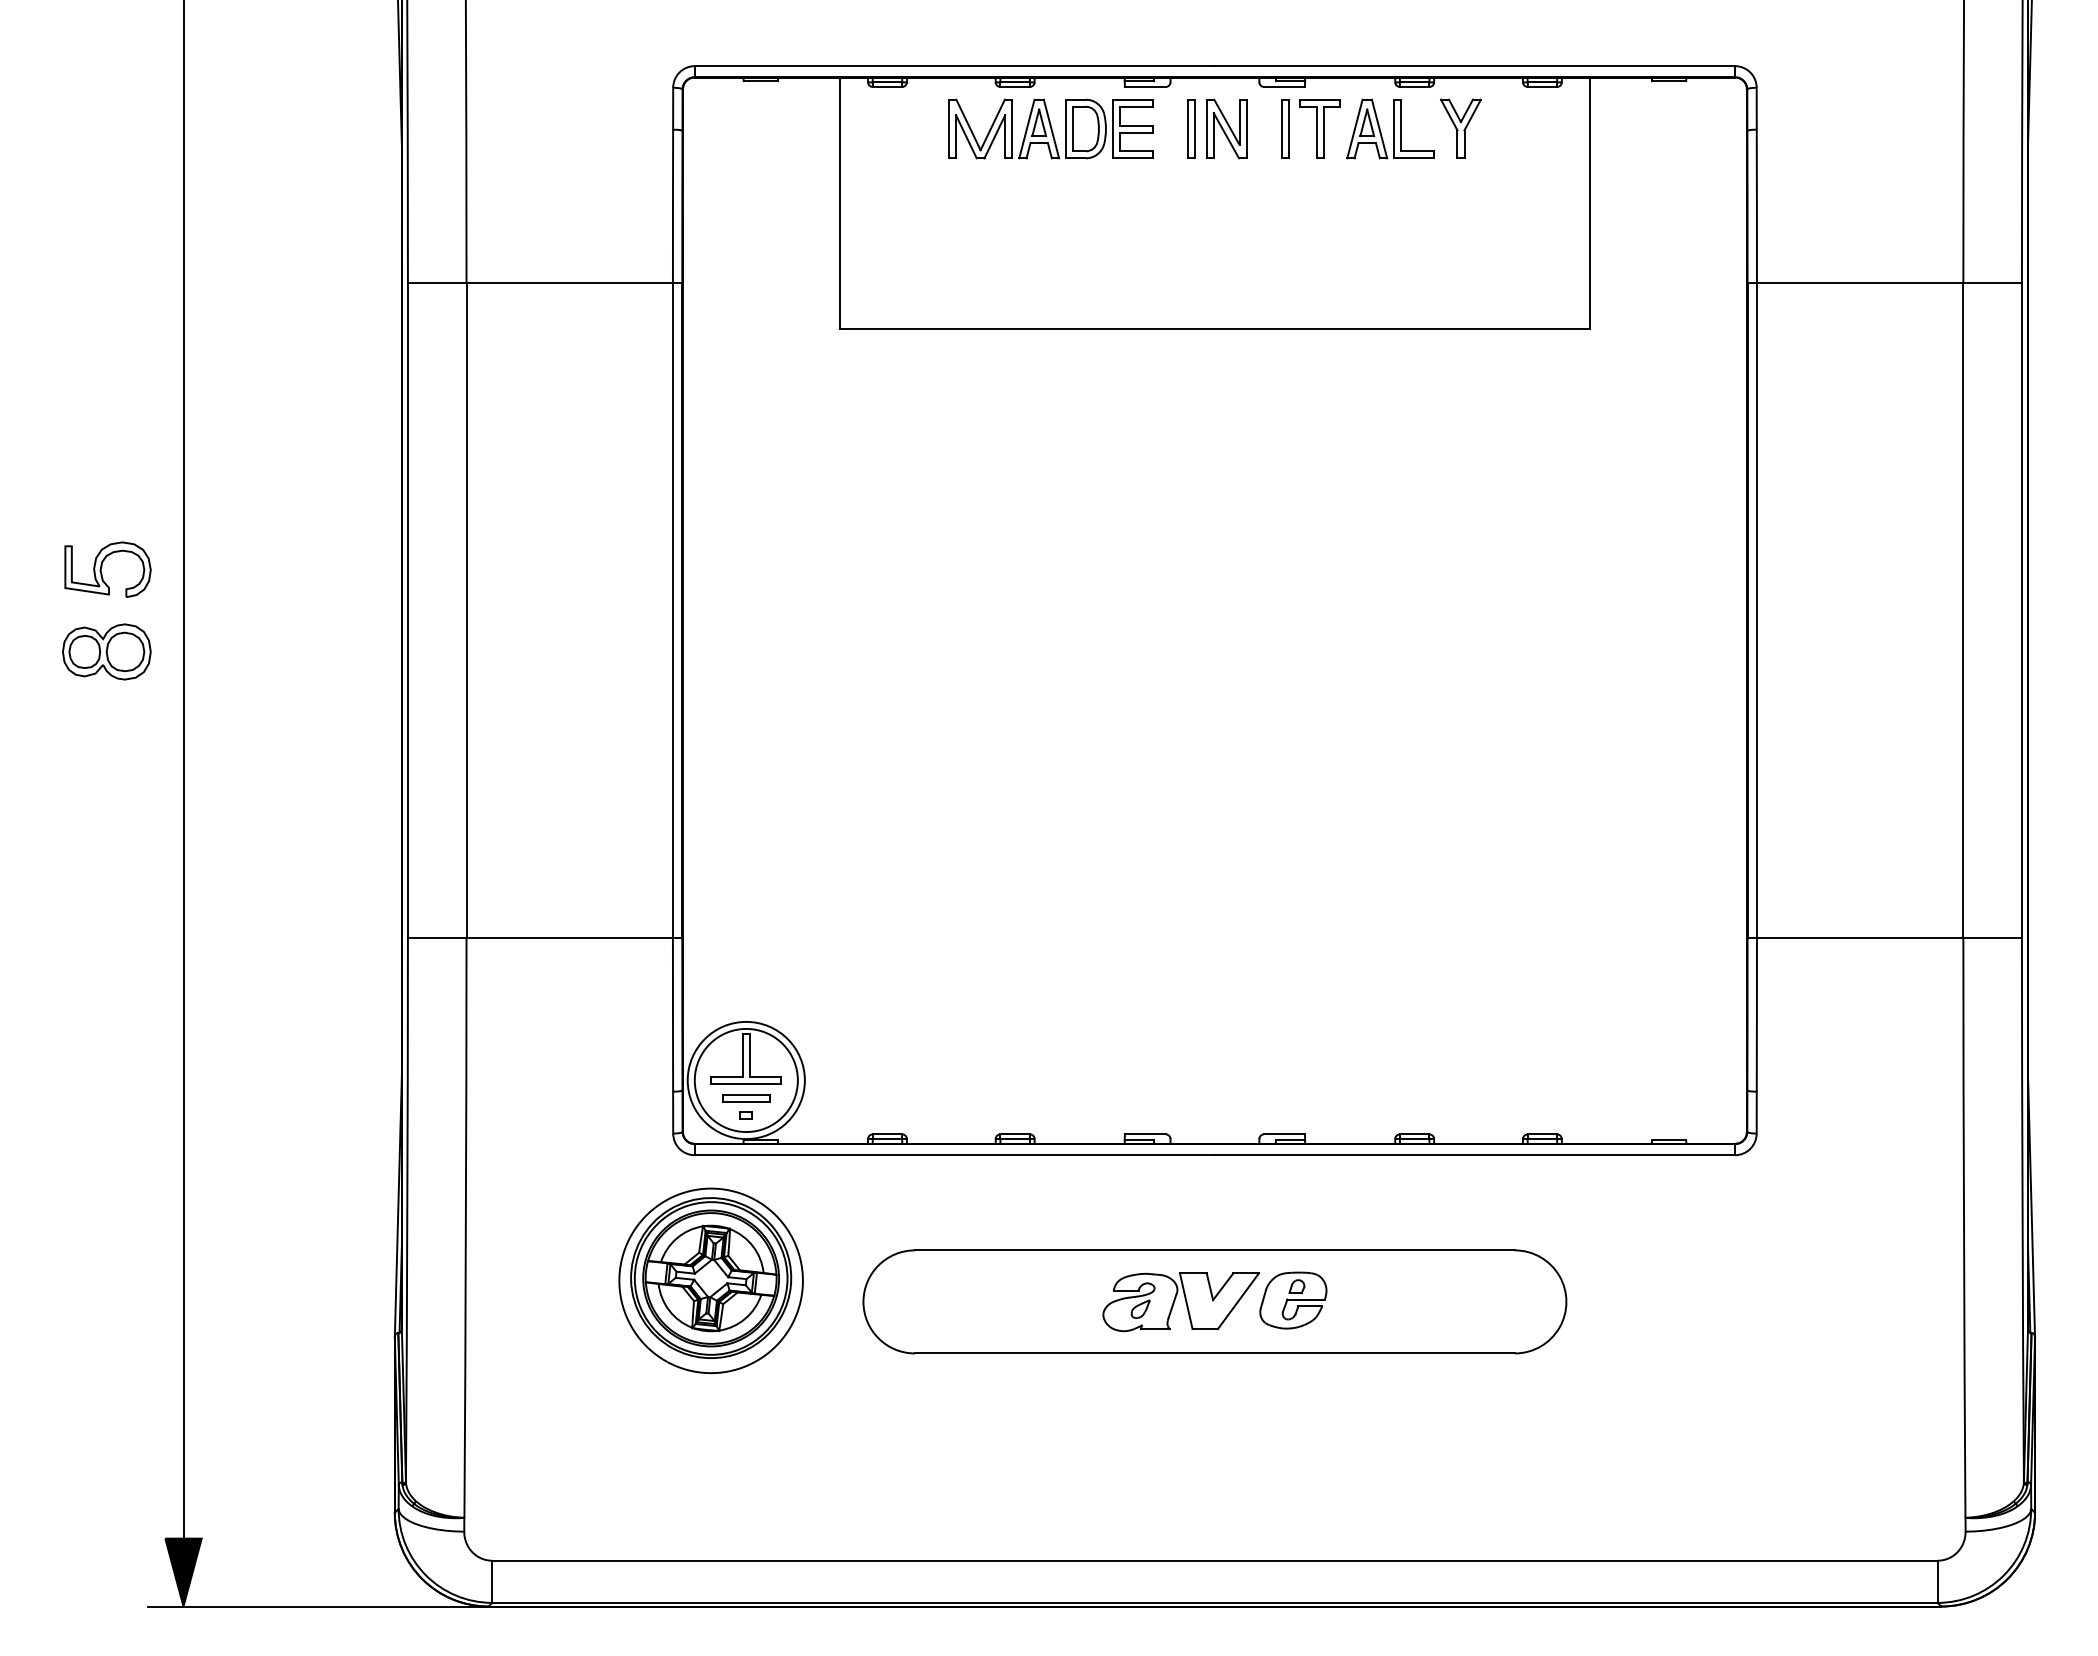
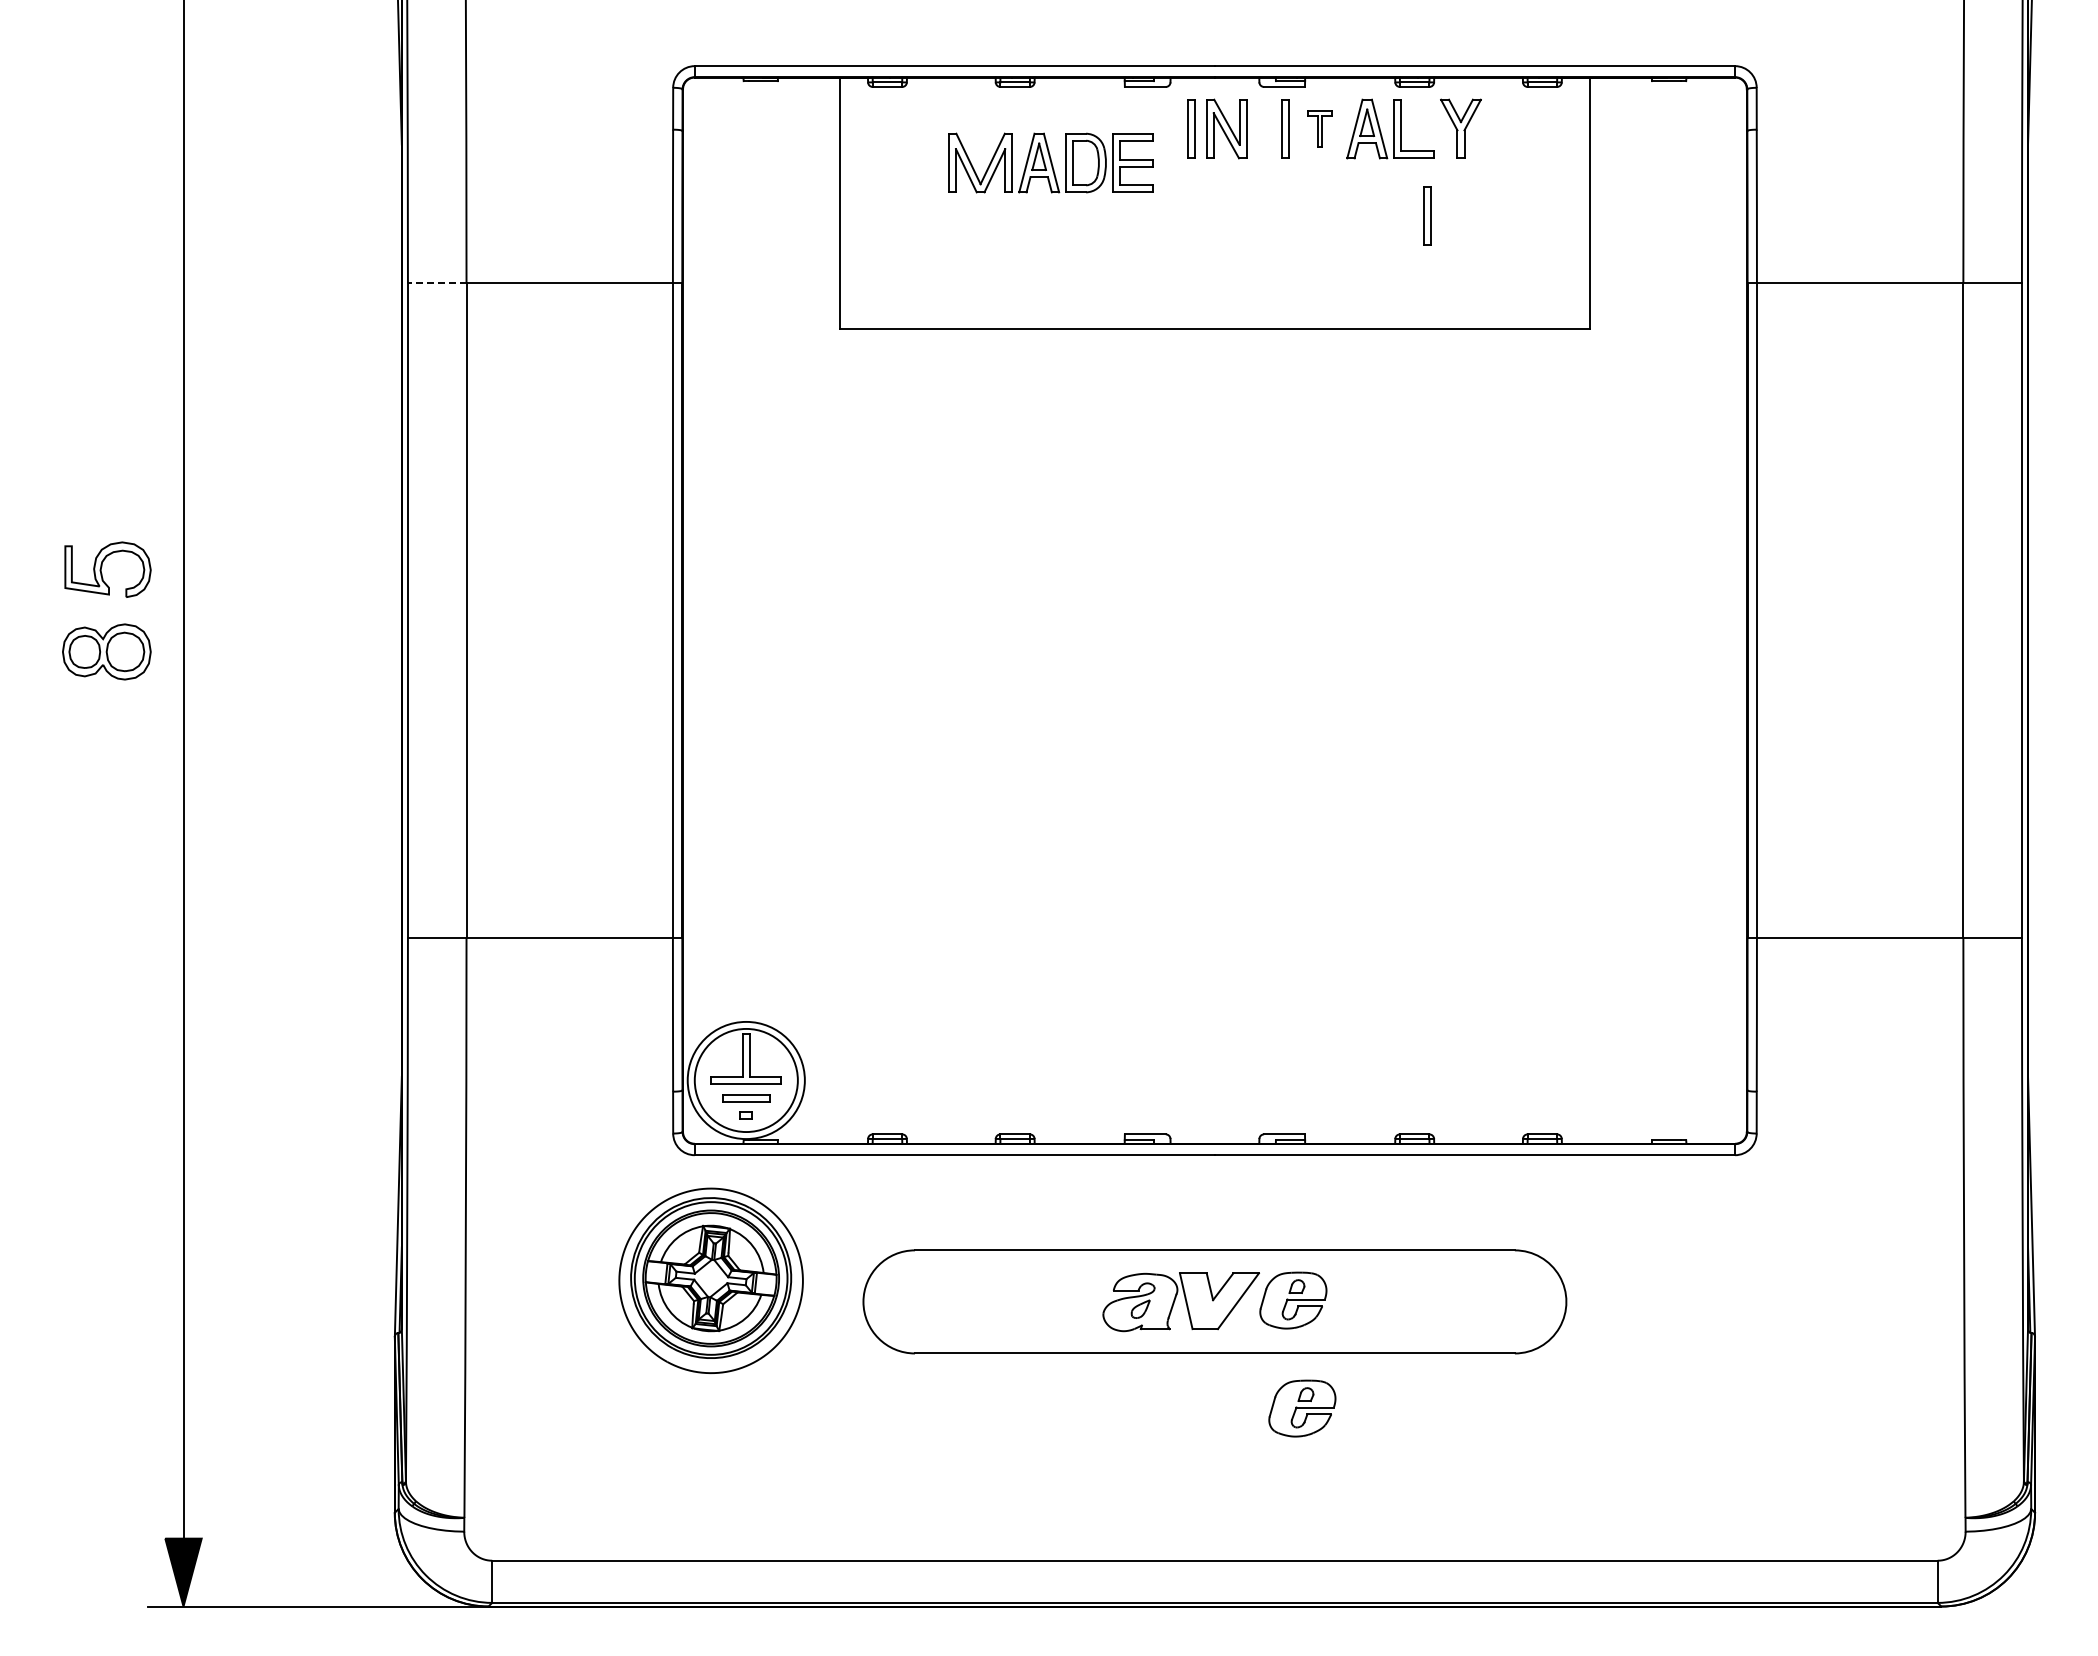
part at (1050, 128) position: (1050, 128) -> (1050, 162)
part at (1319, 128) size: 42x60 px -> 26x38 px
part at (1427, 215): none -> present
line at (436, 283): solid -> dashed
part at (1302, 1408): none -> present
